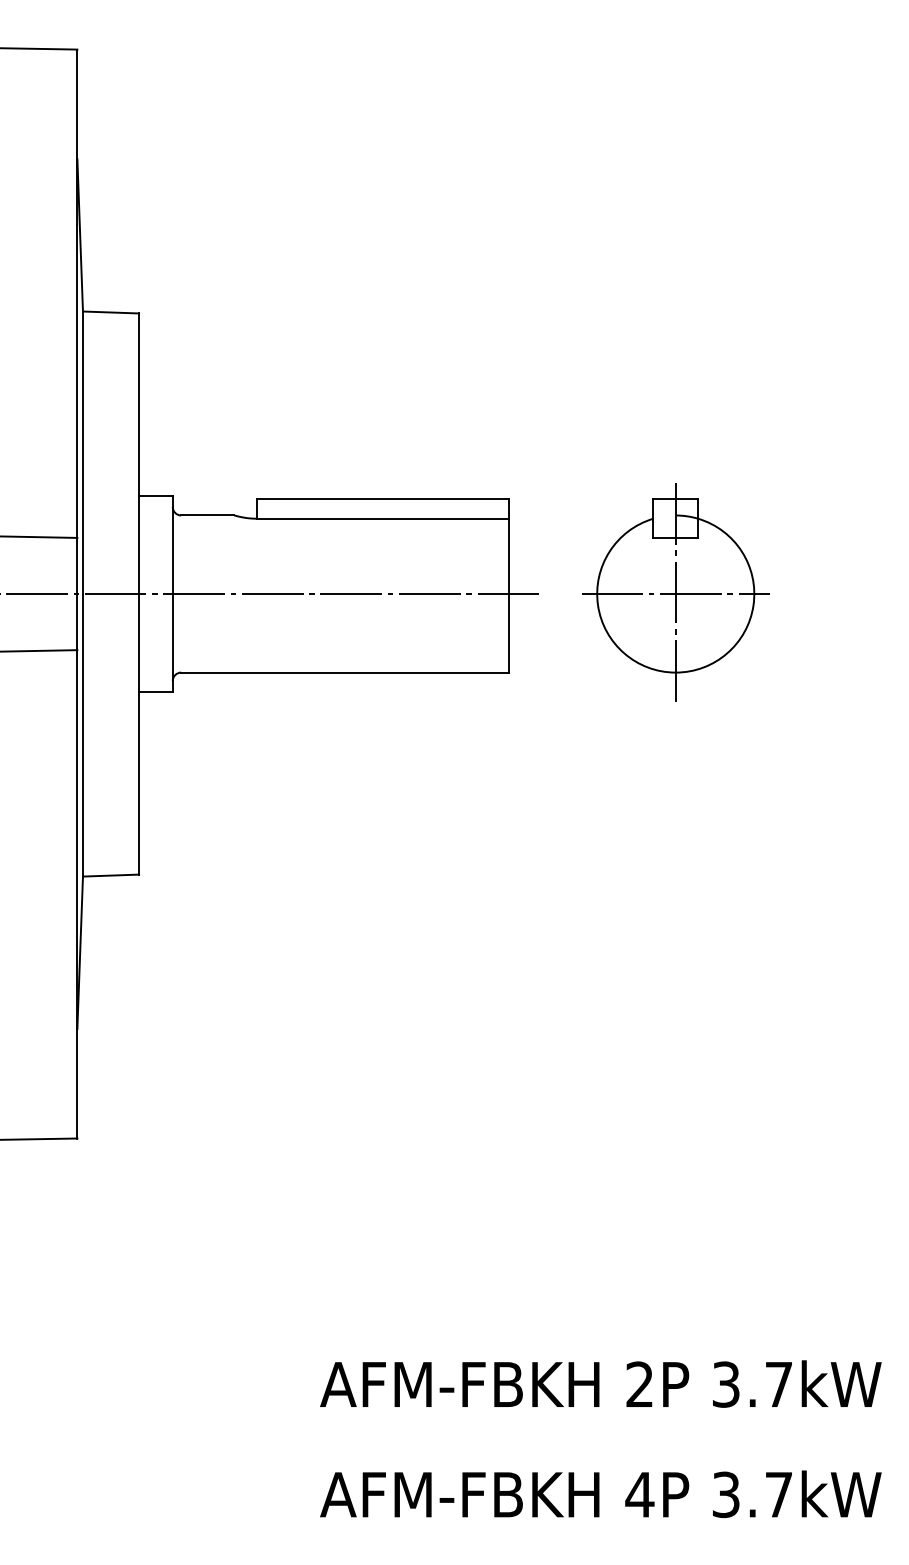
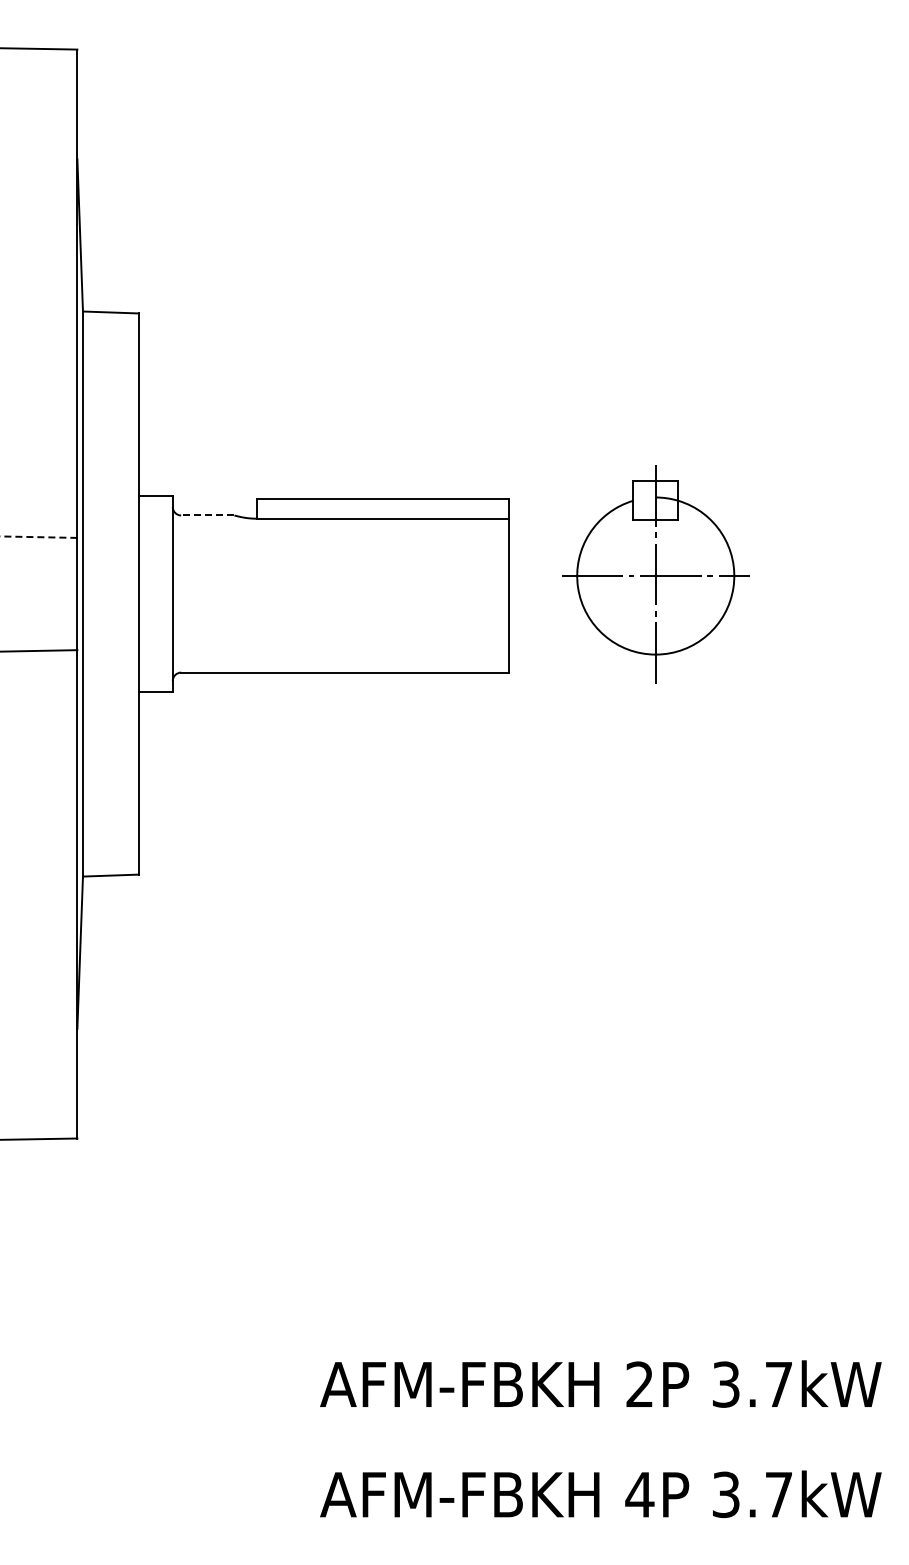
line at (207, 515): solid -> dashed
line at (38, 537): solid -> dashed
part at (675, 592) position: (675, 592) -> (655, 574)
line at (270, 594): present -> none
